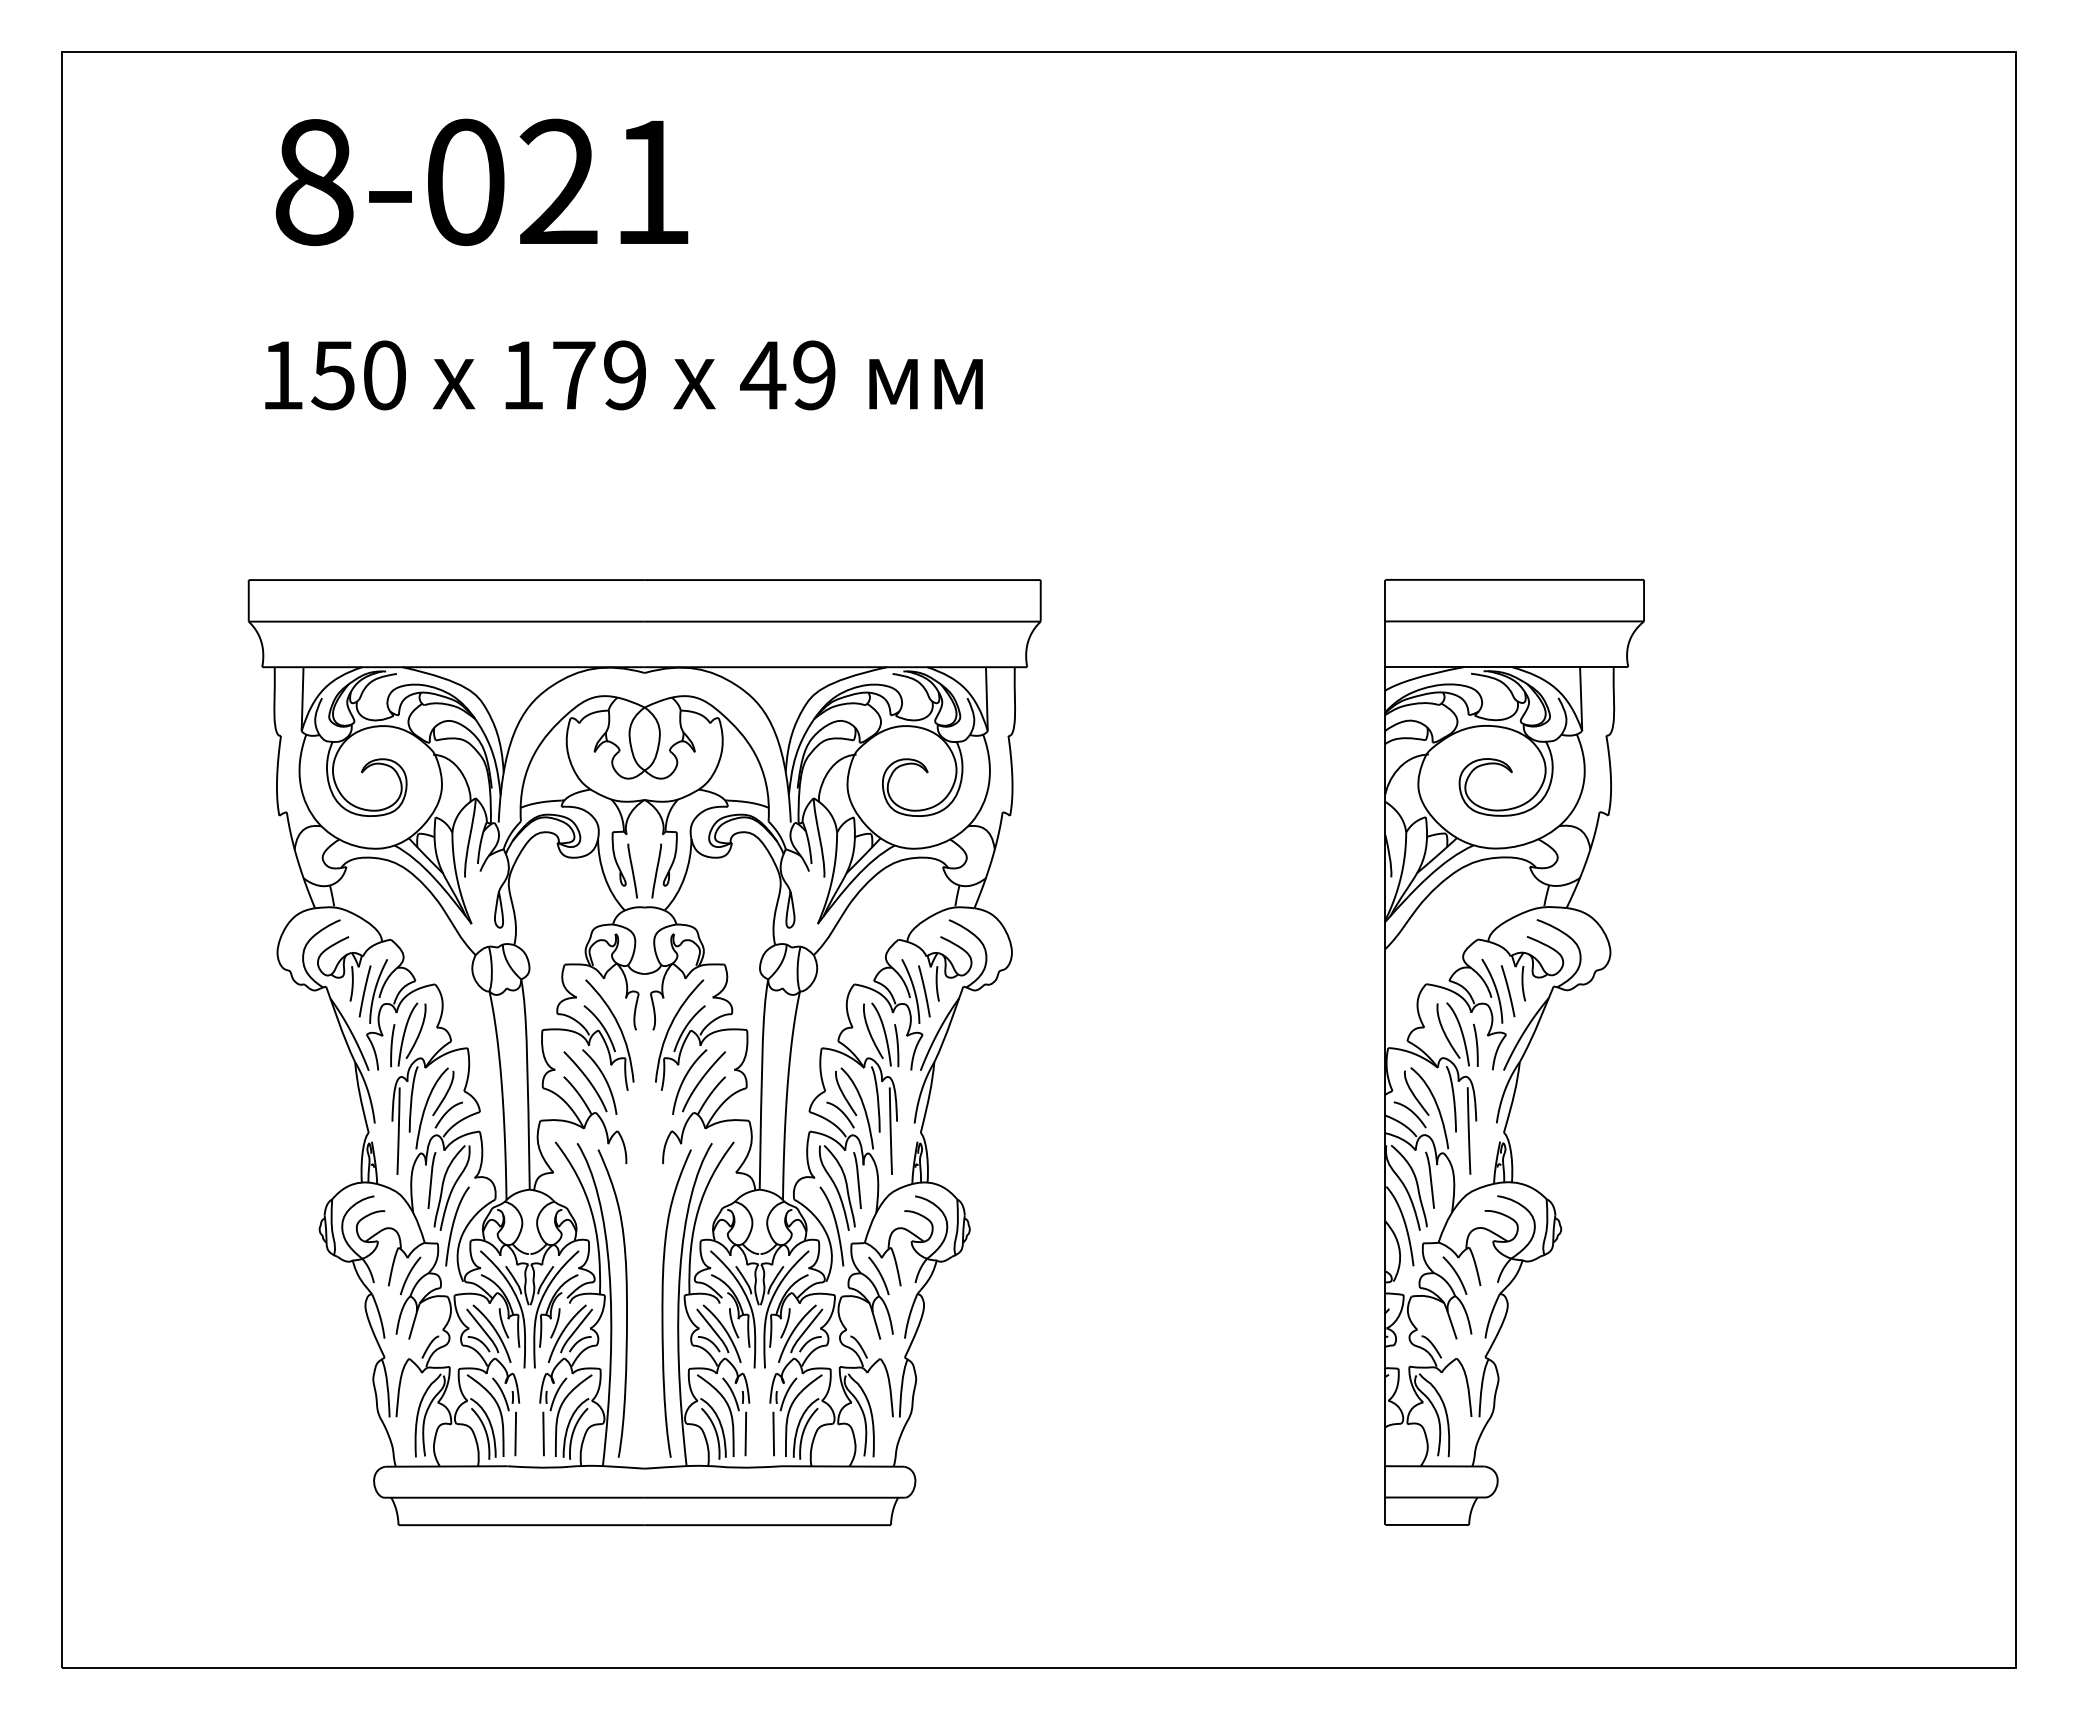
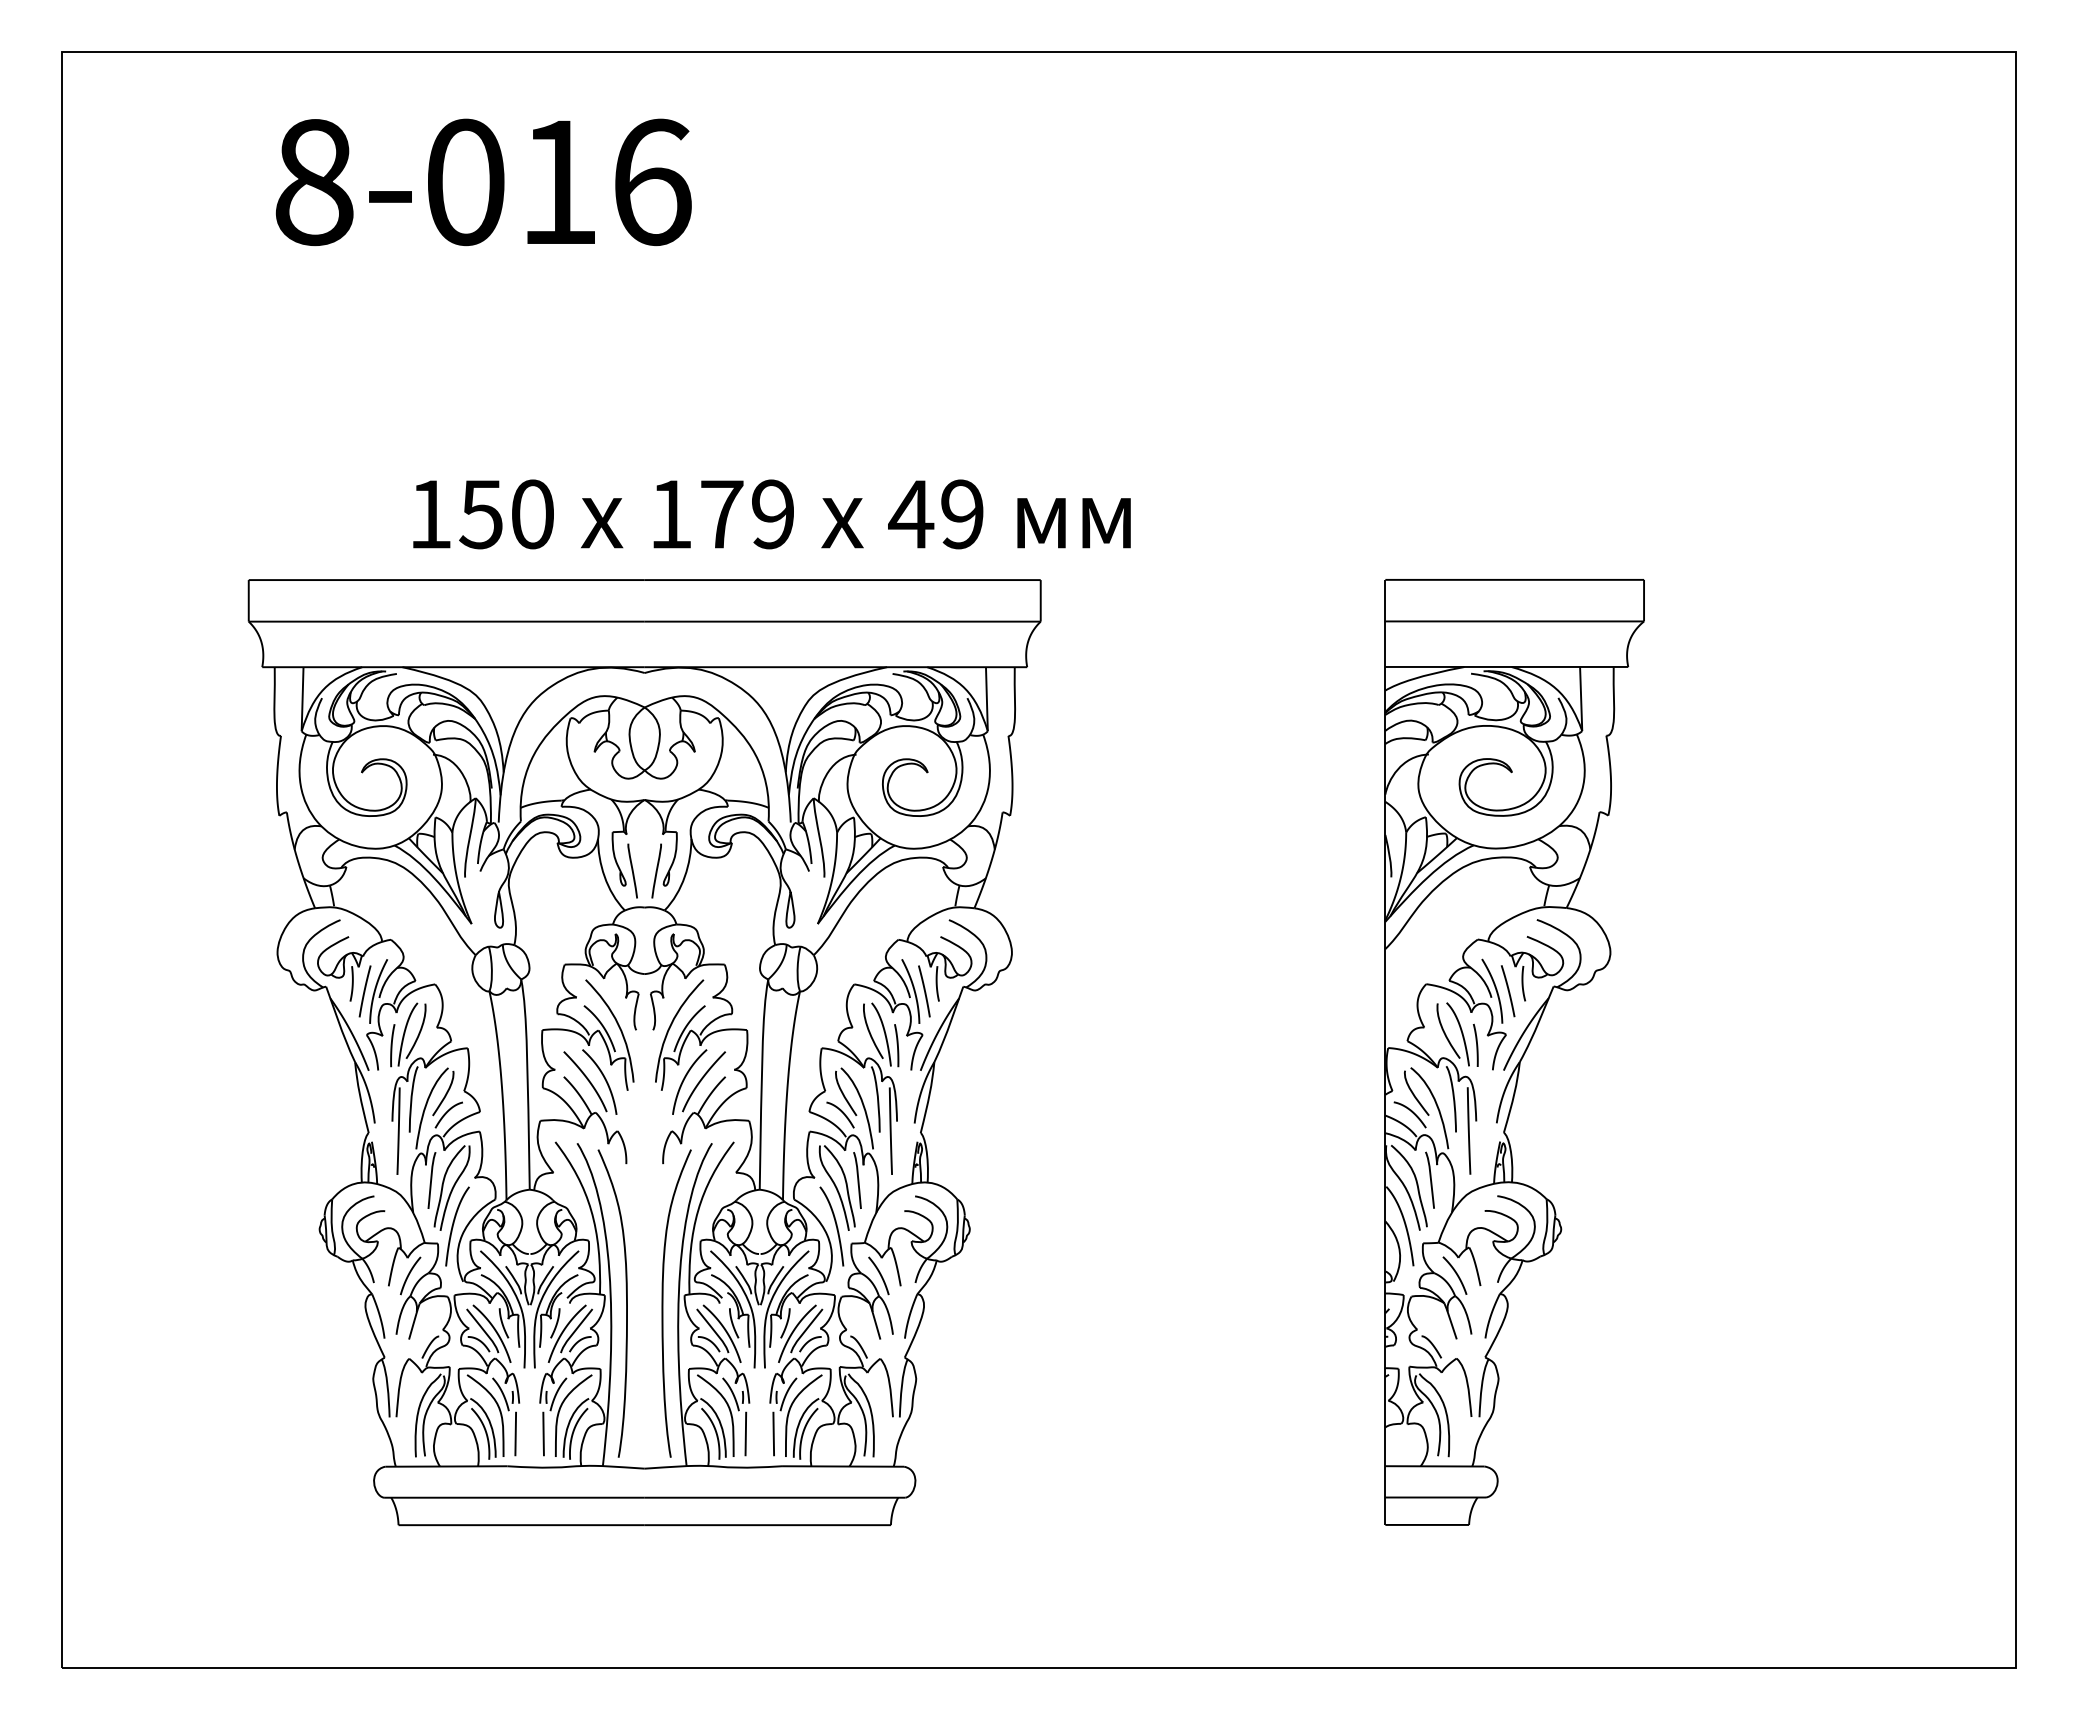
text at (605, 182): 8-021 -> 8-016
text at (623, 375) position: (623, 375) -> (771, 514)
